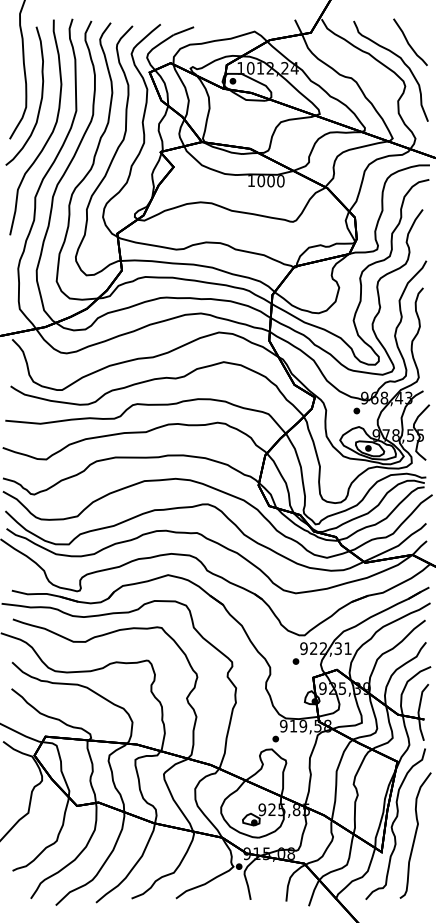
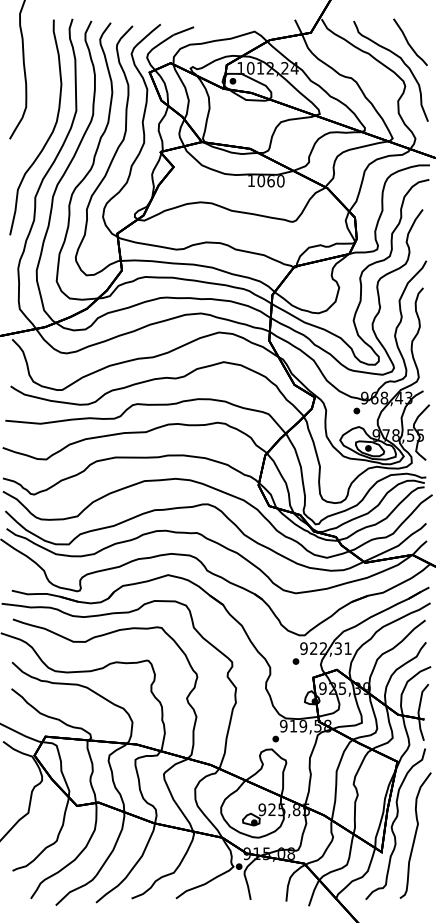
curve at (40, 99): present -> none
text at (270, 181): 1000 -> 1060
